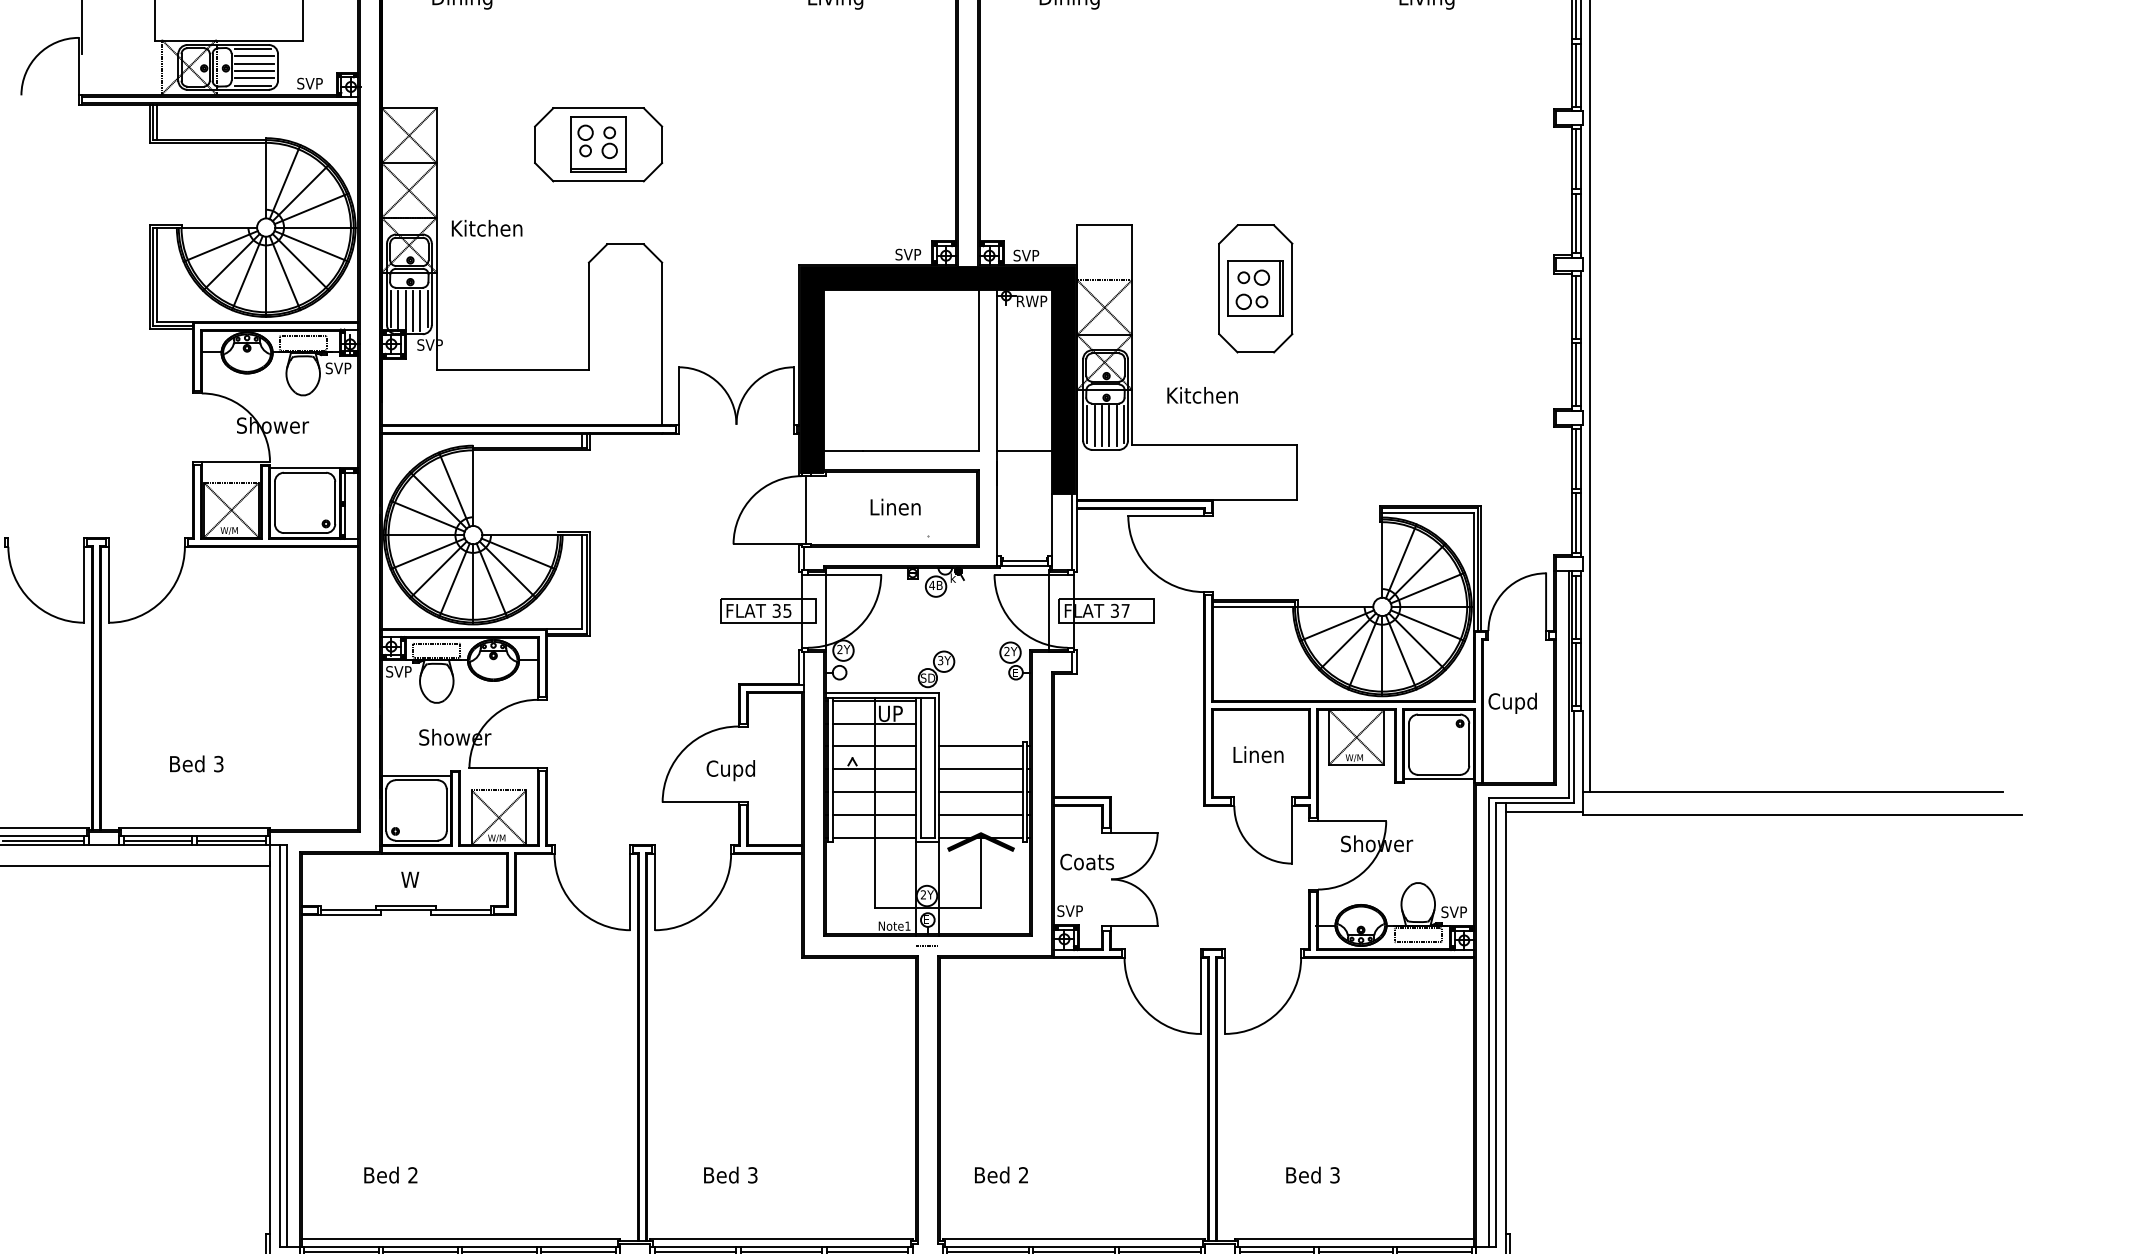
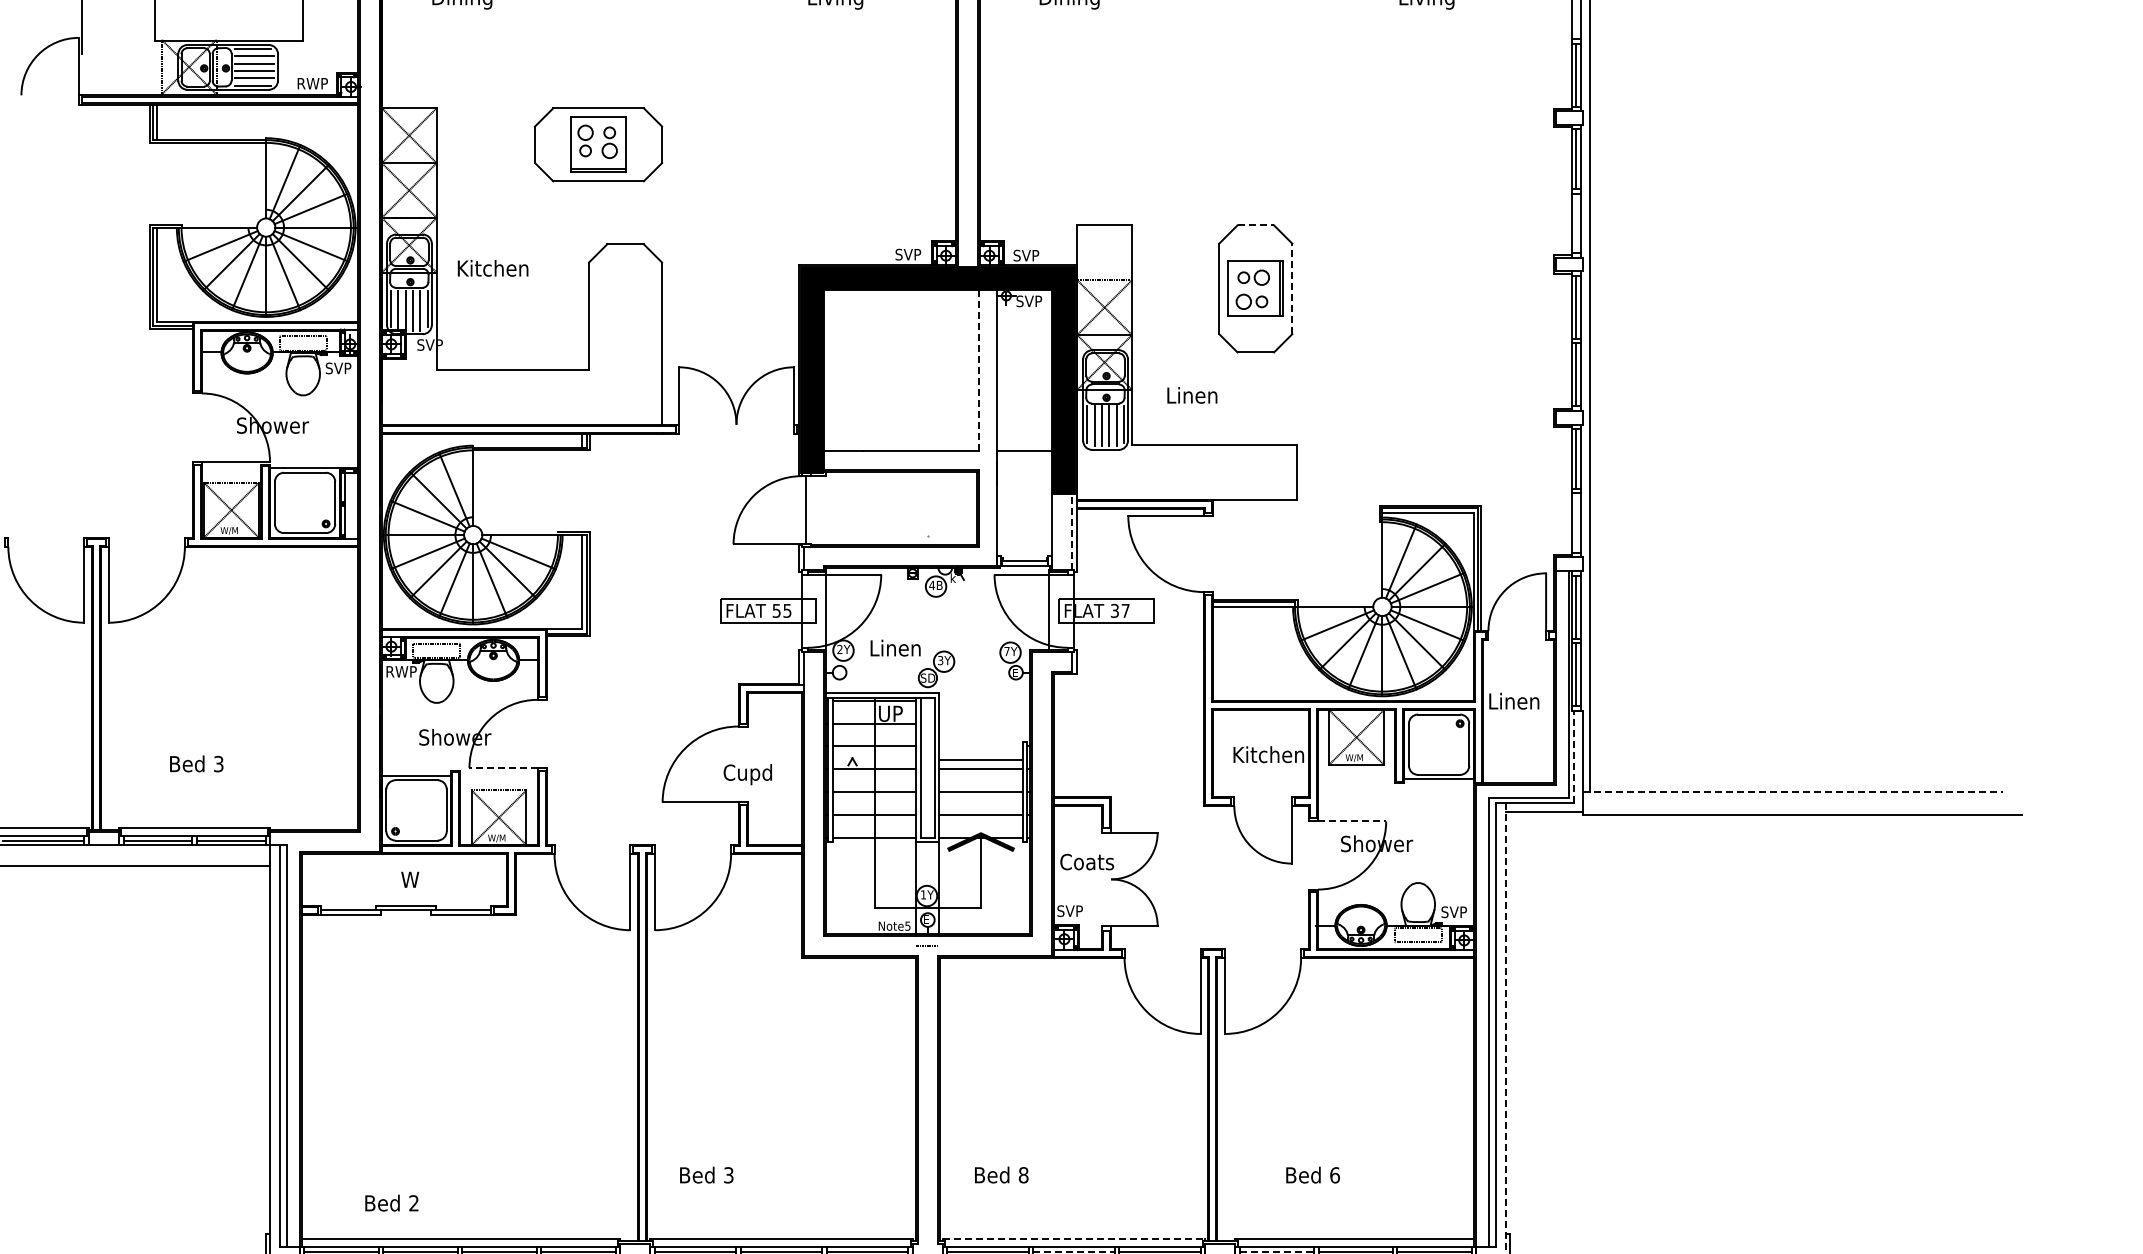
line at (1576, 20): present -> none
text at (312, 83): SVP -> RWP
line at (1576, 223): present -> none
line at (1256, 225): solid -> dashed
text at (486, 228) position: (486, 228) -> (492, 268)
line at (1292, 288): solid -> dashed
text at (1031, 301): RWP -> SVP
line at (979, 370): solid -> dashed
text at (1203, 395): Kitchen -> Linen
text at (895, 506) position: (895, 506) -> (895, 647)
line at (1576, 522): present -> none
line at (1071, 532): solid -> dashed
text at (776, 609): 35 -> 55
text at (1006, 651): 2Y -> 7Y
text at (401, 671): SVP -> RWP
text at (1513, 702): Cupd -> Linen
line at (980, 746) position: (980, 746) -> (980, 760)
text at (1269, 754): Linen -> Kitchen
line at (1574, 756): solid -> dashed
line at (503, 768): solid -> dashed
text at (730, 770) position: (730, 770) -> (747, 774)
line at (1792, 791): solid -> dashed
line at (1352, 821): solid -> dashed
text at (922, 894): 2Y -> 1Y
text at (907, 925): Note1 -> Note5
line at (1505, 1028): solid -> dashed
text at (390, 1174) position: (390, 1174) -> (391, 1202)
text at (730, 1174) position: (730, 1174) -> (706, 1174)
text at (1023, 1175): 2 -> 8
text at (1335, 1175): 3 -> 6
line at (1074, 1239): solid -> dashed
line at (1074, 1251): solid -> dashed
line at (1277, 1251): solid -> dashed
